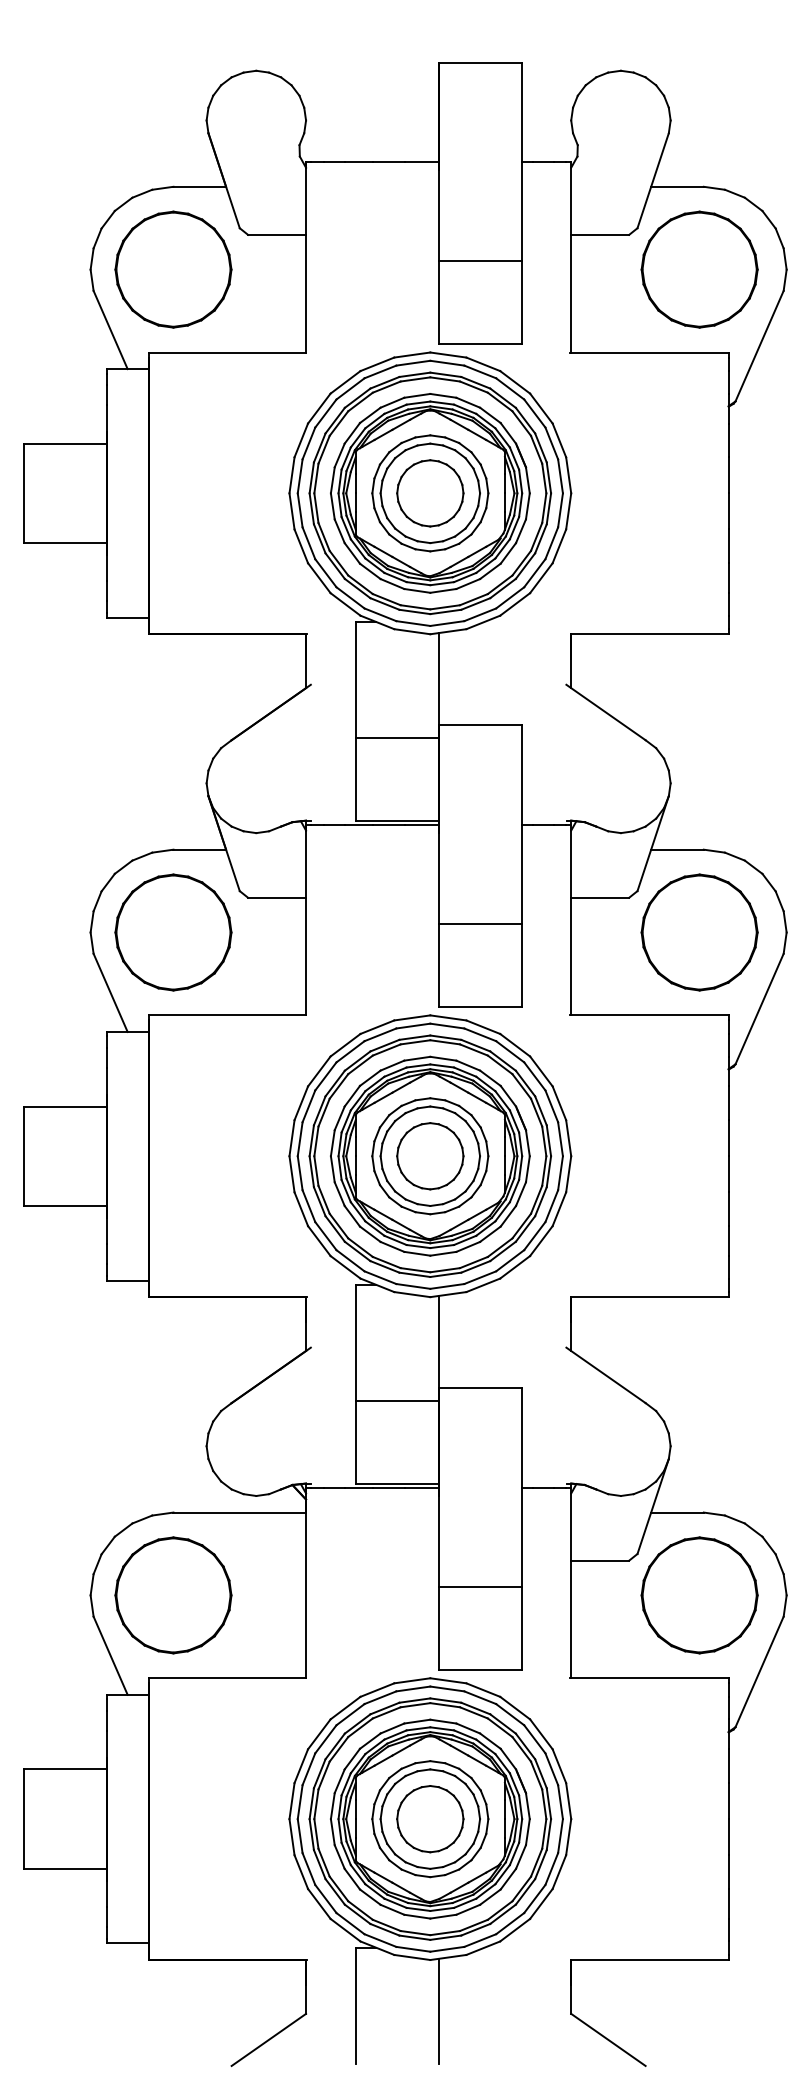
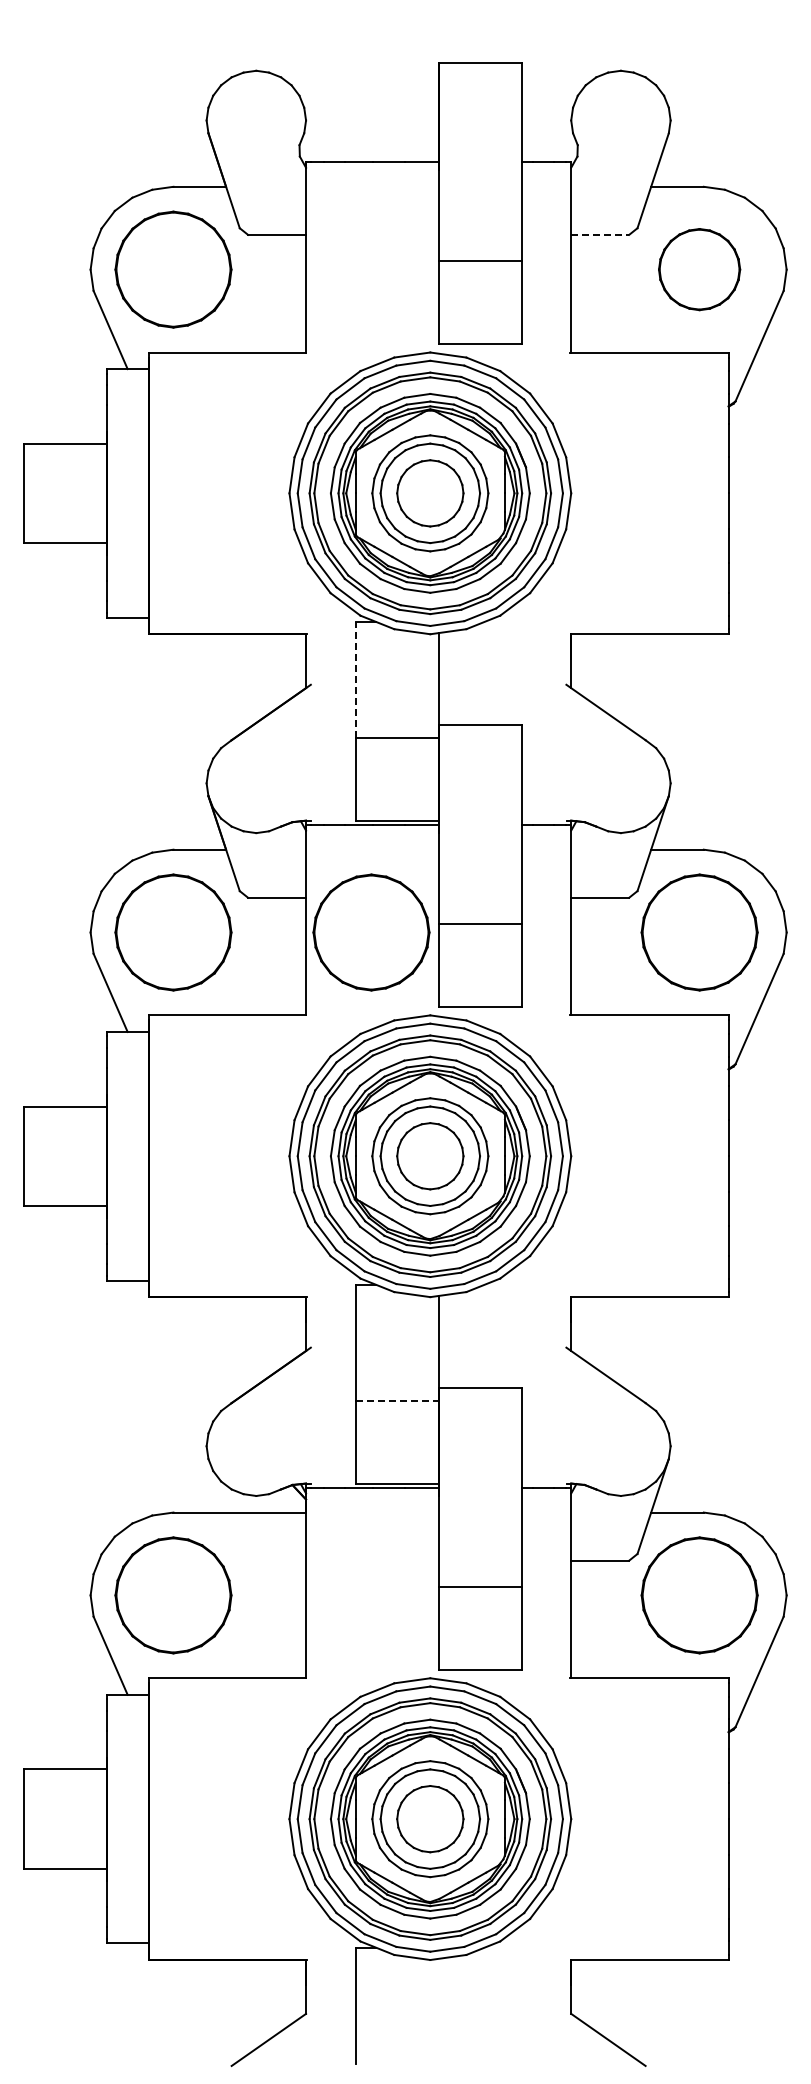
line at (600, 234): solid -> dashed
part at (699, 269) size: 119x119 px -> 84x84 px
line at (355, 679): solid -> dashed
part at (371, 932): none -> present
line at (397, 1400): solid -> dashed
line at (438, 2010): present -> none
